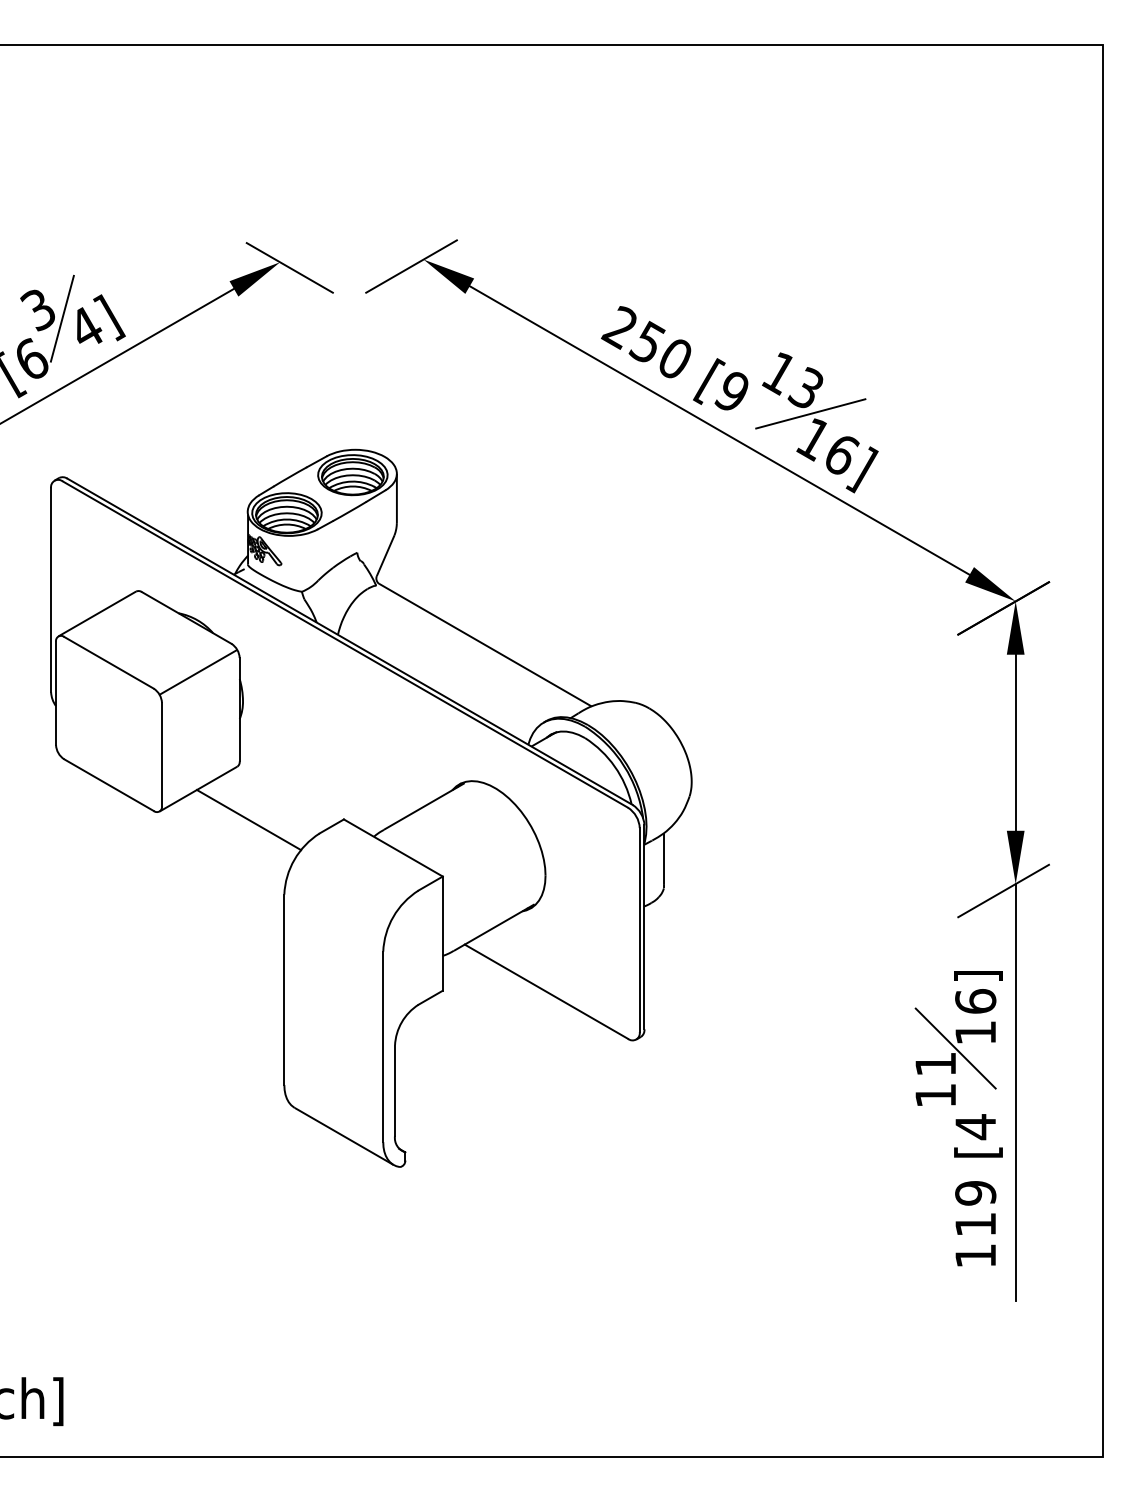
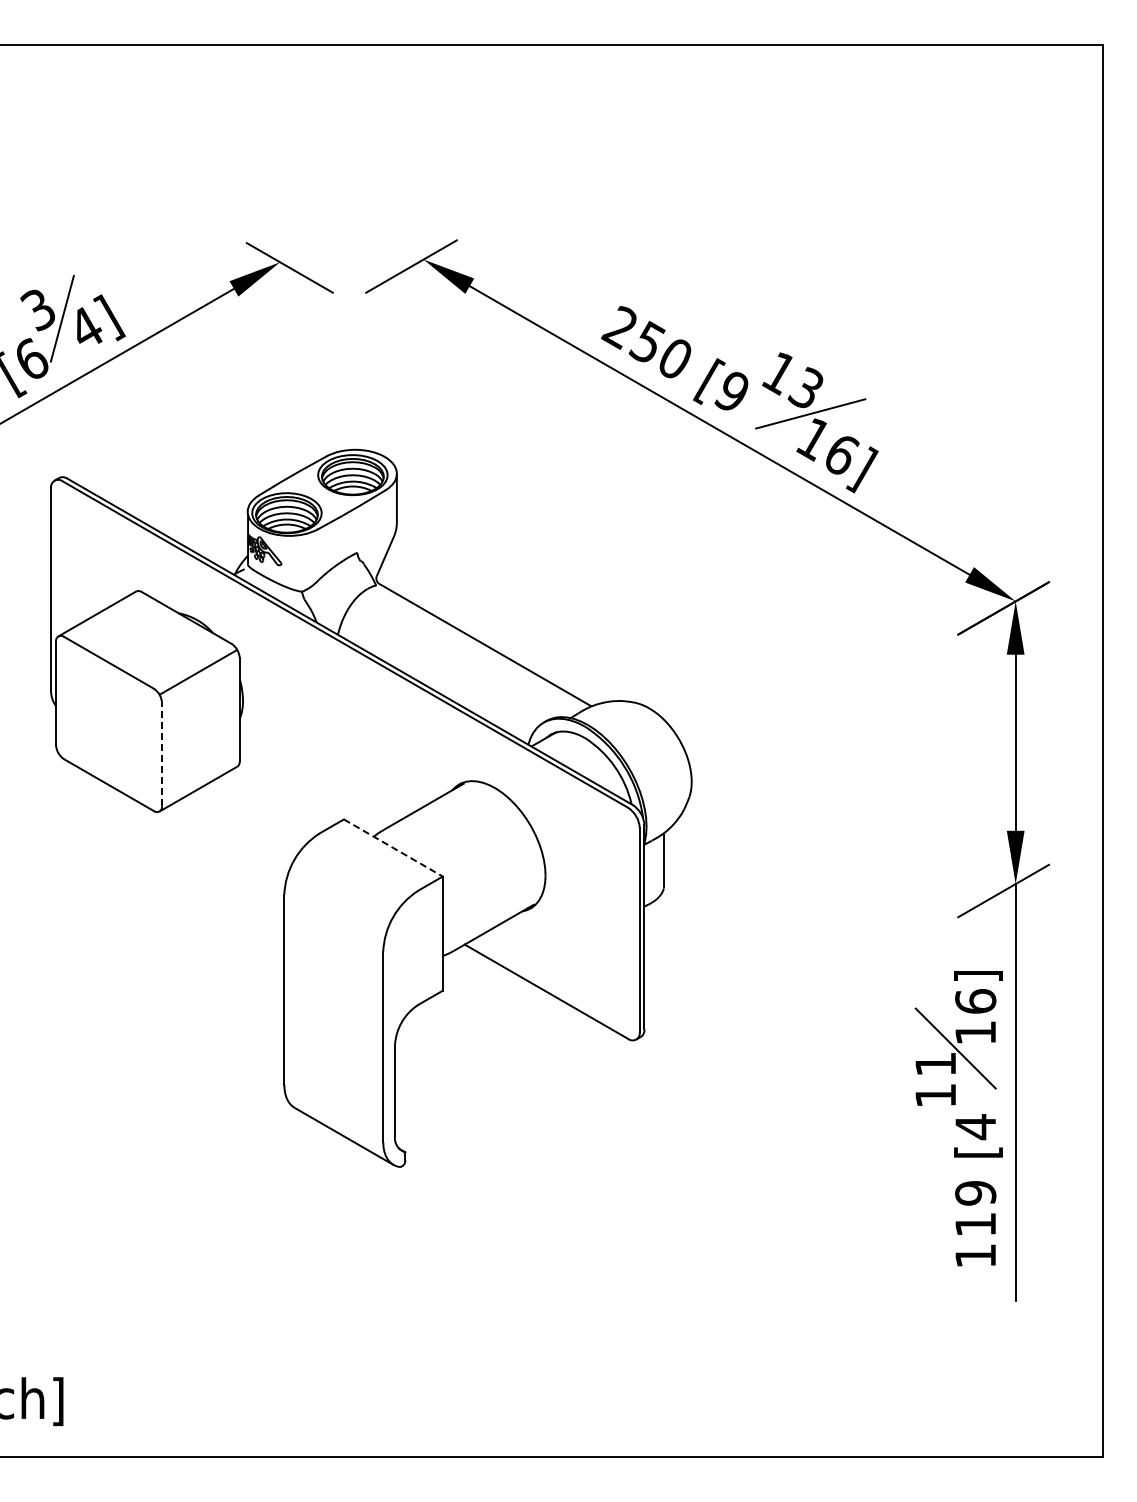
line at (162, 754): solid -> dashed
line at (248, 819): present -> none
line at (393, 848): solid -> dashed
